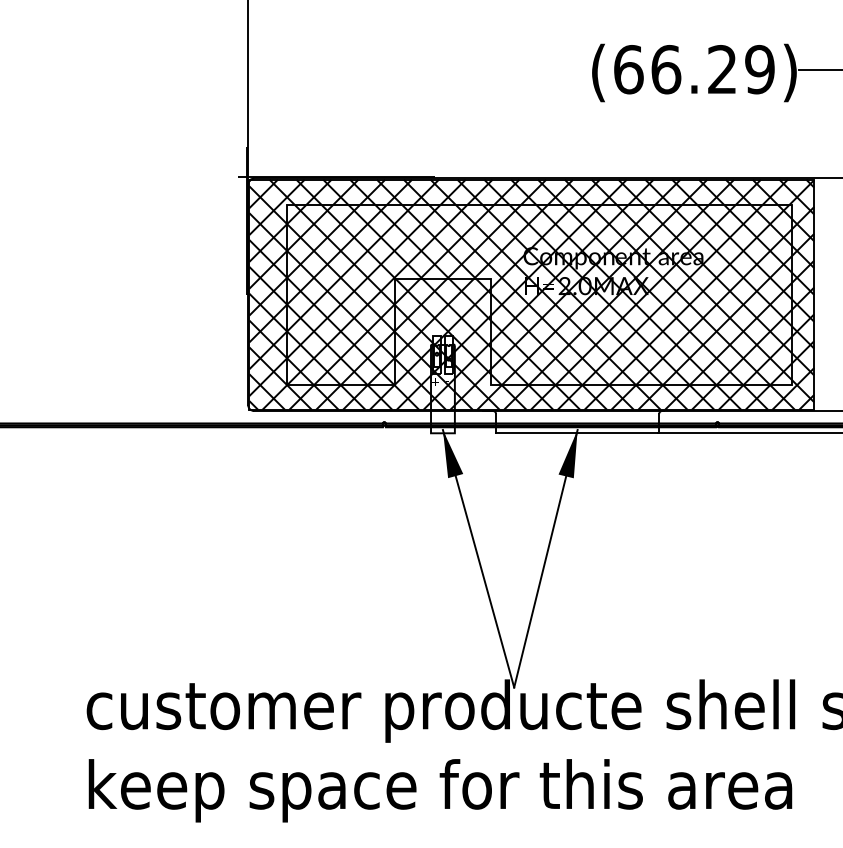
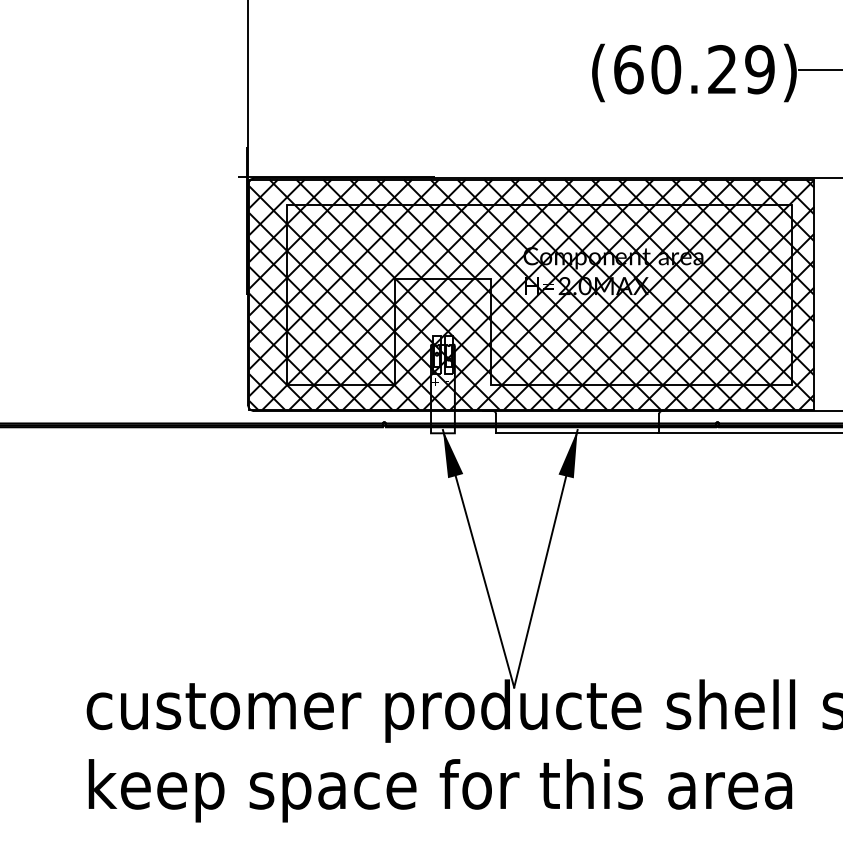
text at (666, 69): (66.29) -> (60.29)
